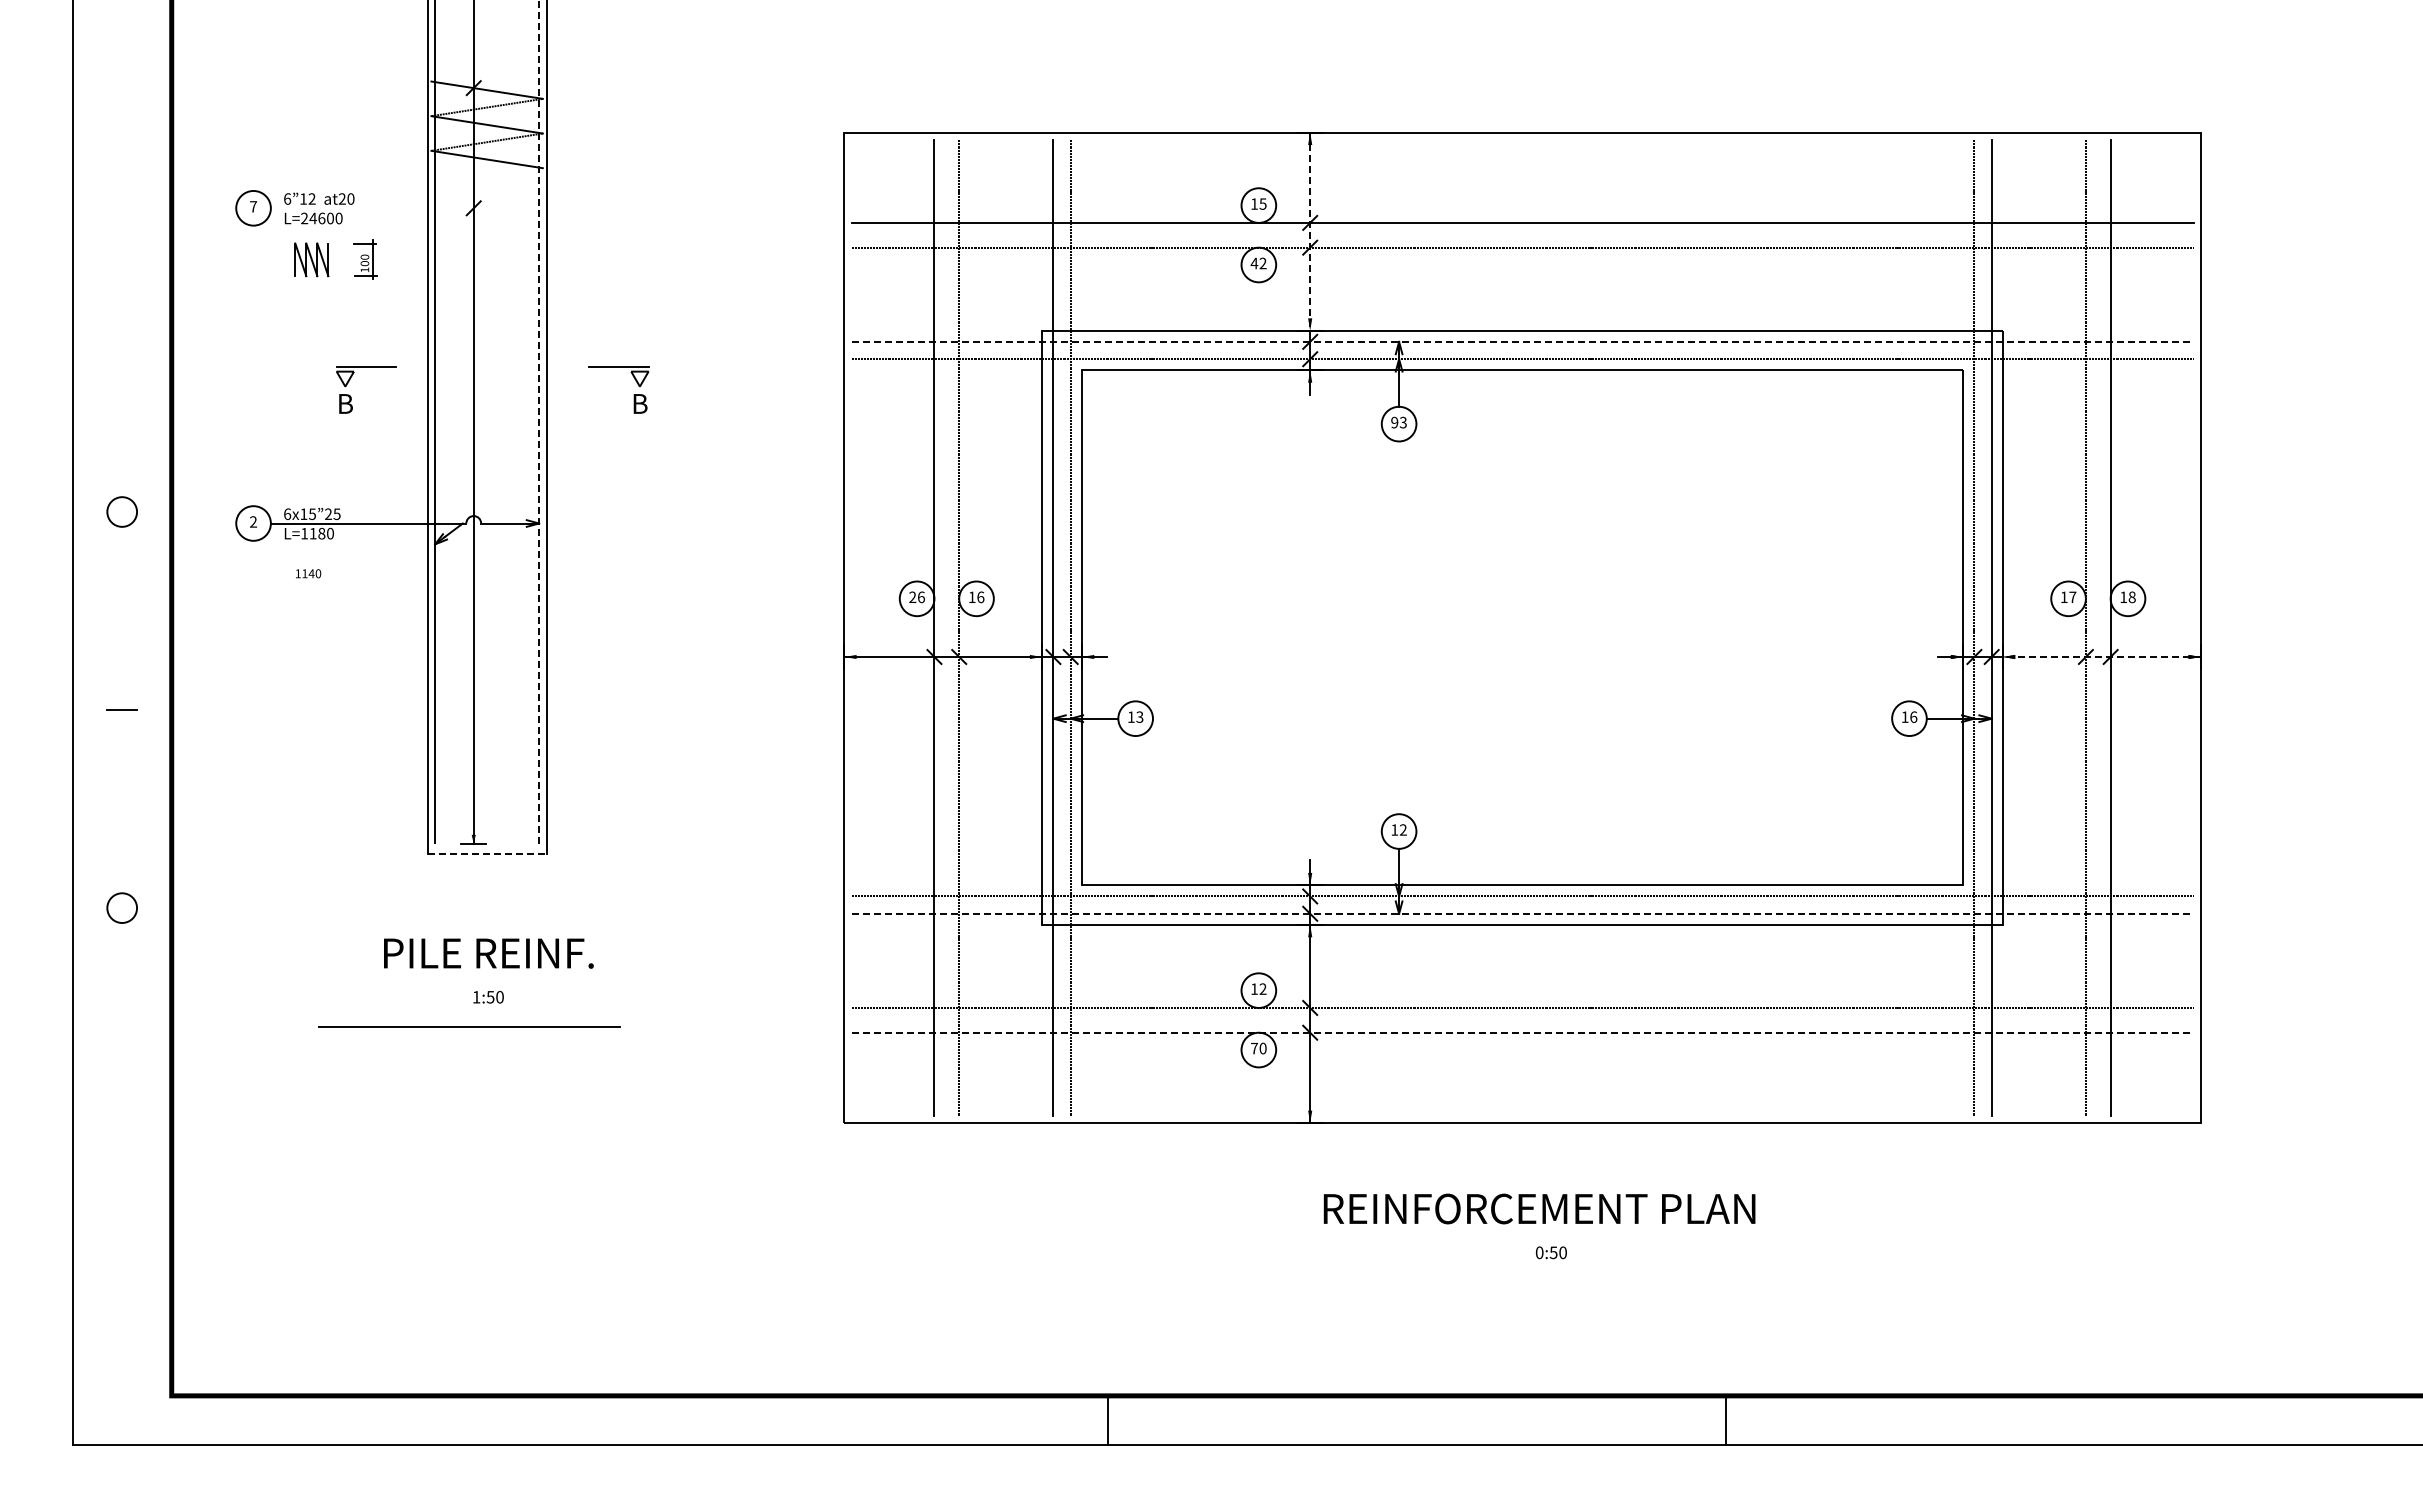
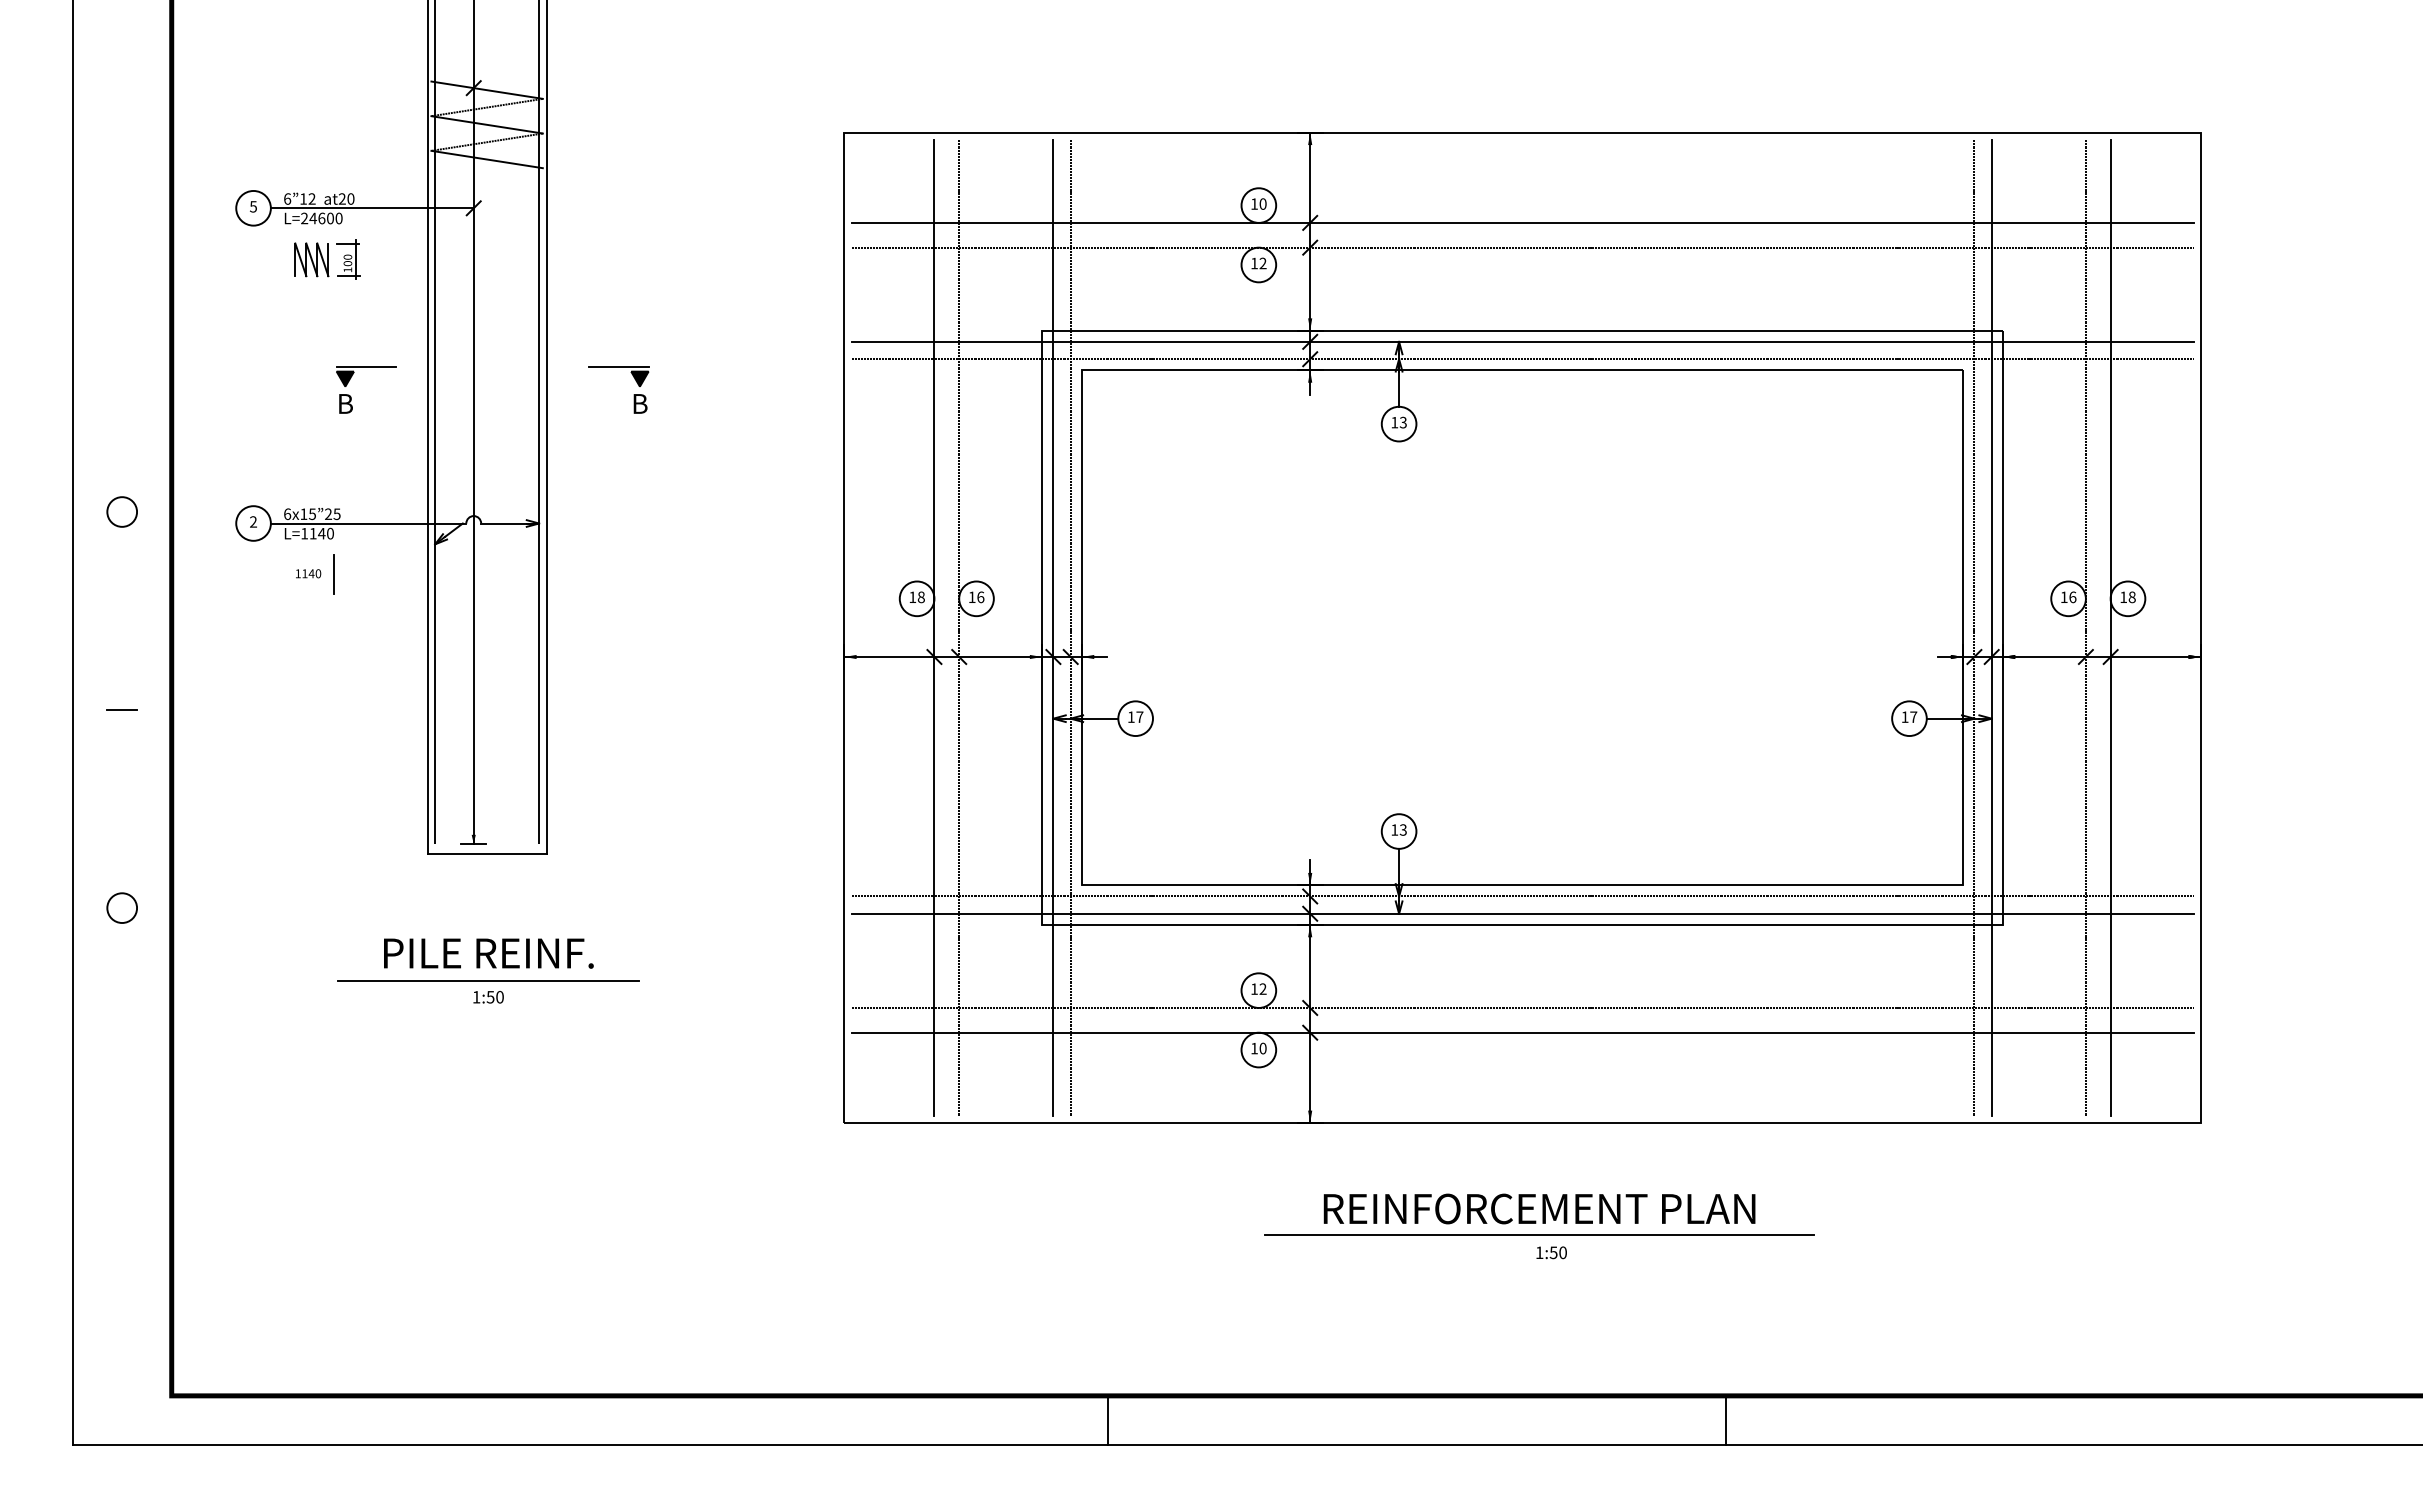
text at (1262, 203): 15 -> 10
text at (253, 206): 7 -> 5
line at (371, 208): none -> present
line at (1310, 232): dashed -> solid
part at (365, 259) position: (365, 259) -> (348, 259)
text at (1254, 263): 42 -> 12
line at (1522, 341): dashed -> solid
fill at (345, 378): none -> present
fill at (639, 378): none -> present
line at (539, 422): dashed -> solid
text at (1394, 422): 93 -> 13
text at (321, 533): L=1180 -> L=1140
line at (333, 574): none -> present
text at (916, 597): 26 -> 18
text at (2072, 597): 17 -> 16
line at (2101, 657): dashed -> solid
text at (1139, 716): 13 -> 17
text at (1913, 716): 16 -> 17
text at (1402, 830): 12 -> 13
line at (487, 853): dashed -> solid
line at (1522, 913): dashed -> solid
line at (469, 1026) position: (469, 1026) -> (488, 980)
line at (1522, 1032): dashed -> solid
text at (1254, 1048): 70 -> 10
line at (1539, 1234): none -> present
text at (1539, 1252): 0:50 -> 1:50
